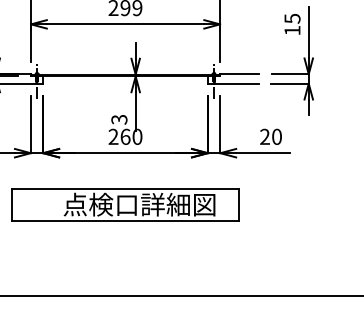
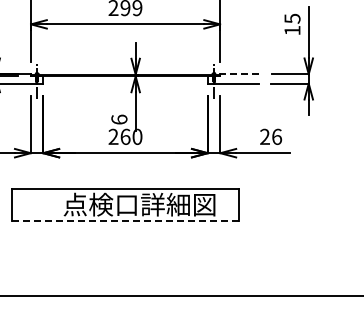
line at (239, 74): solid -> dashed
text at (119, 119): 3 -> 6
text at (277, 136): 20 -> 26
line at (125, 220): solid -> dashed
